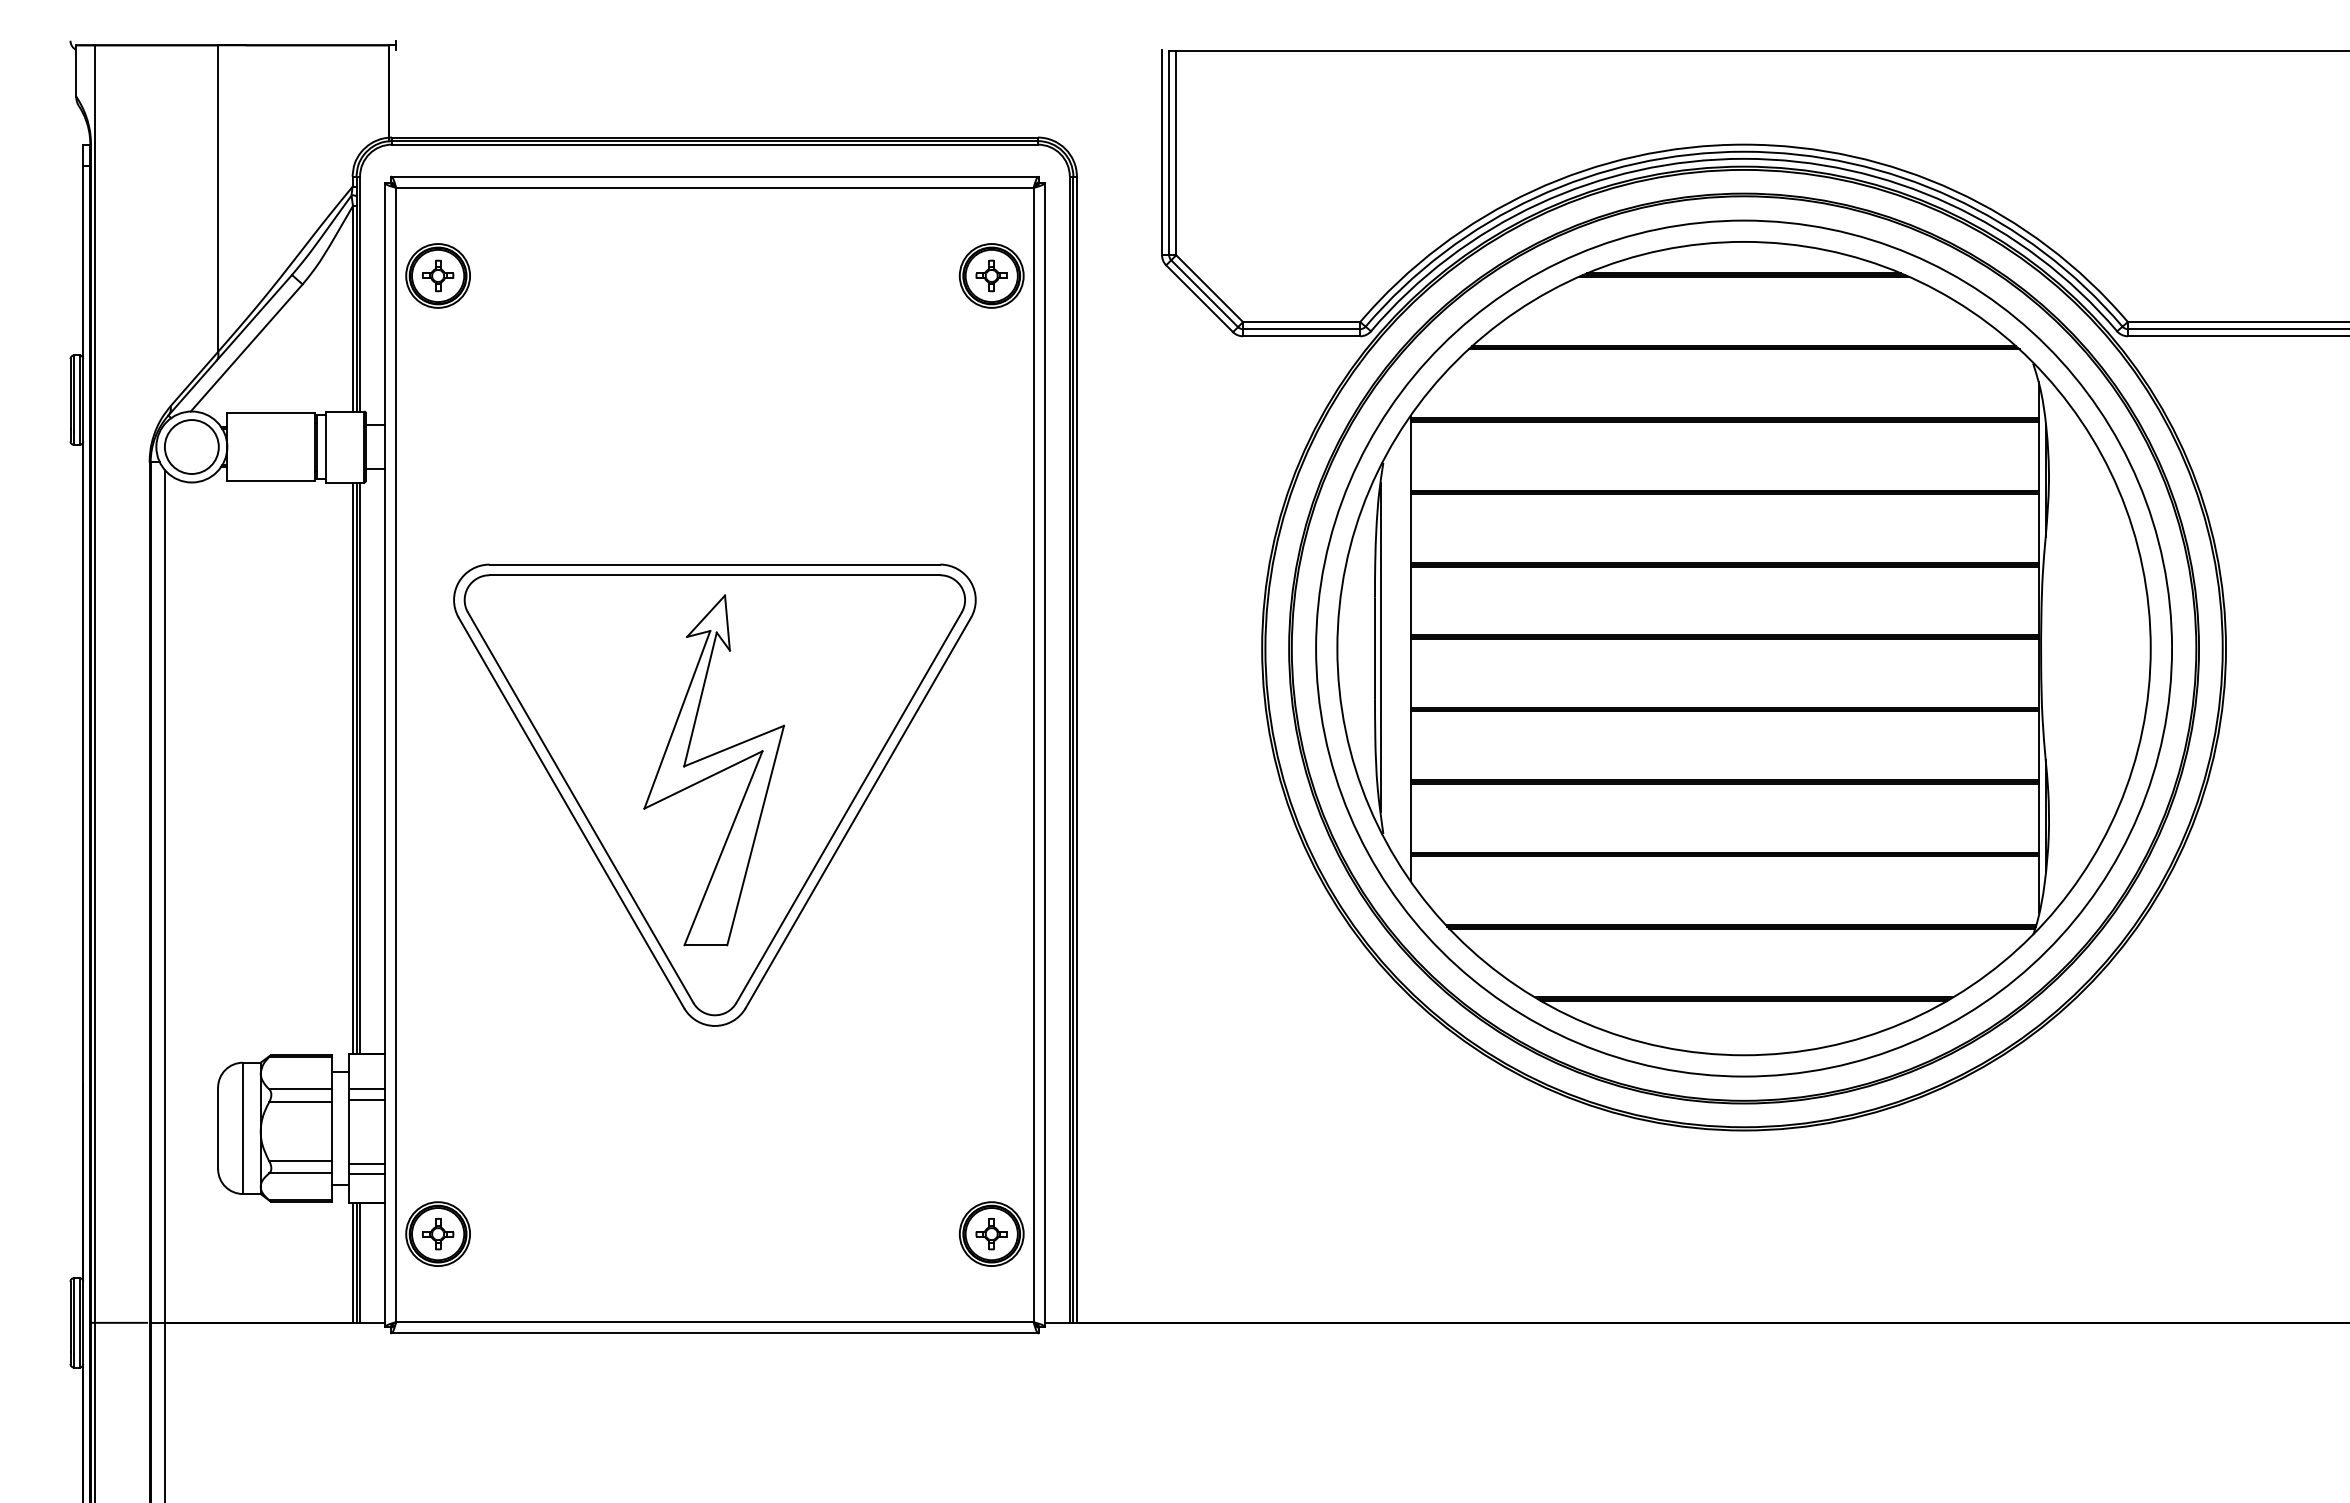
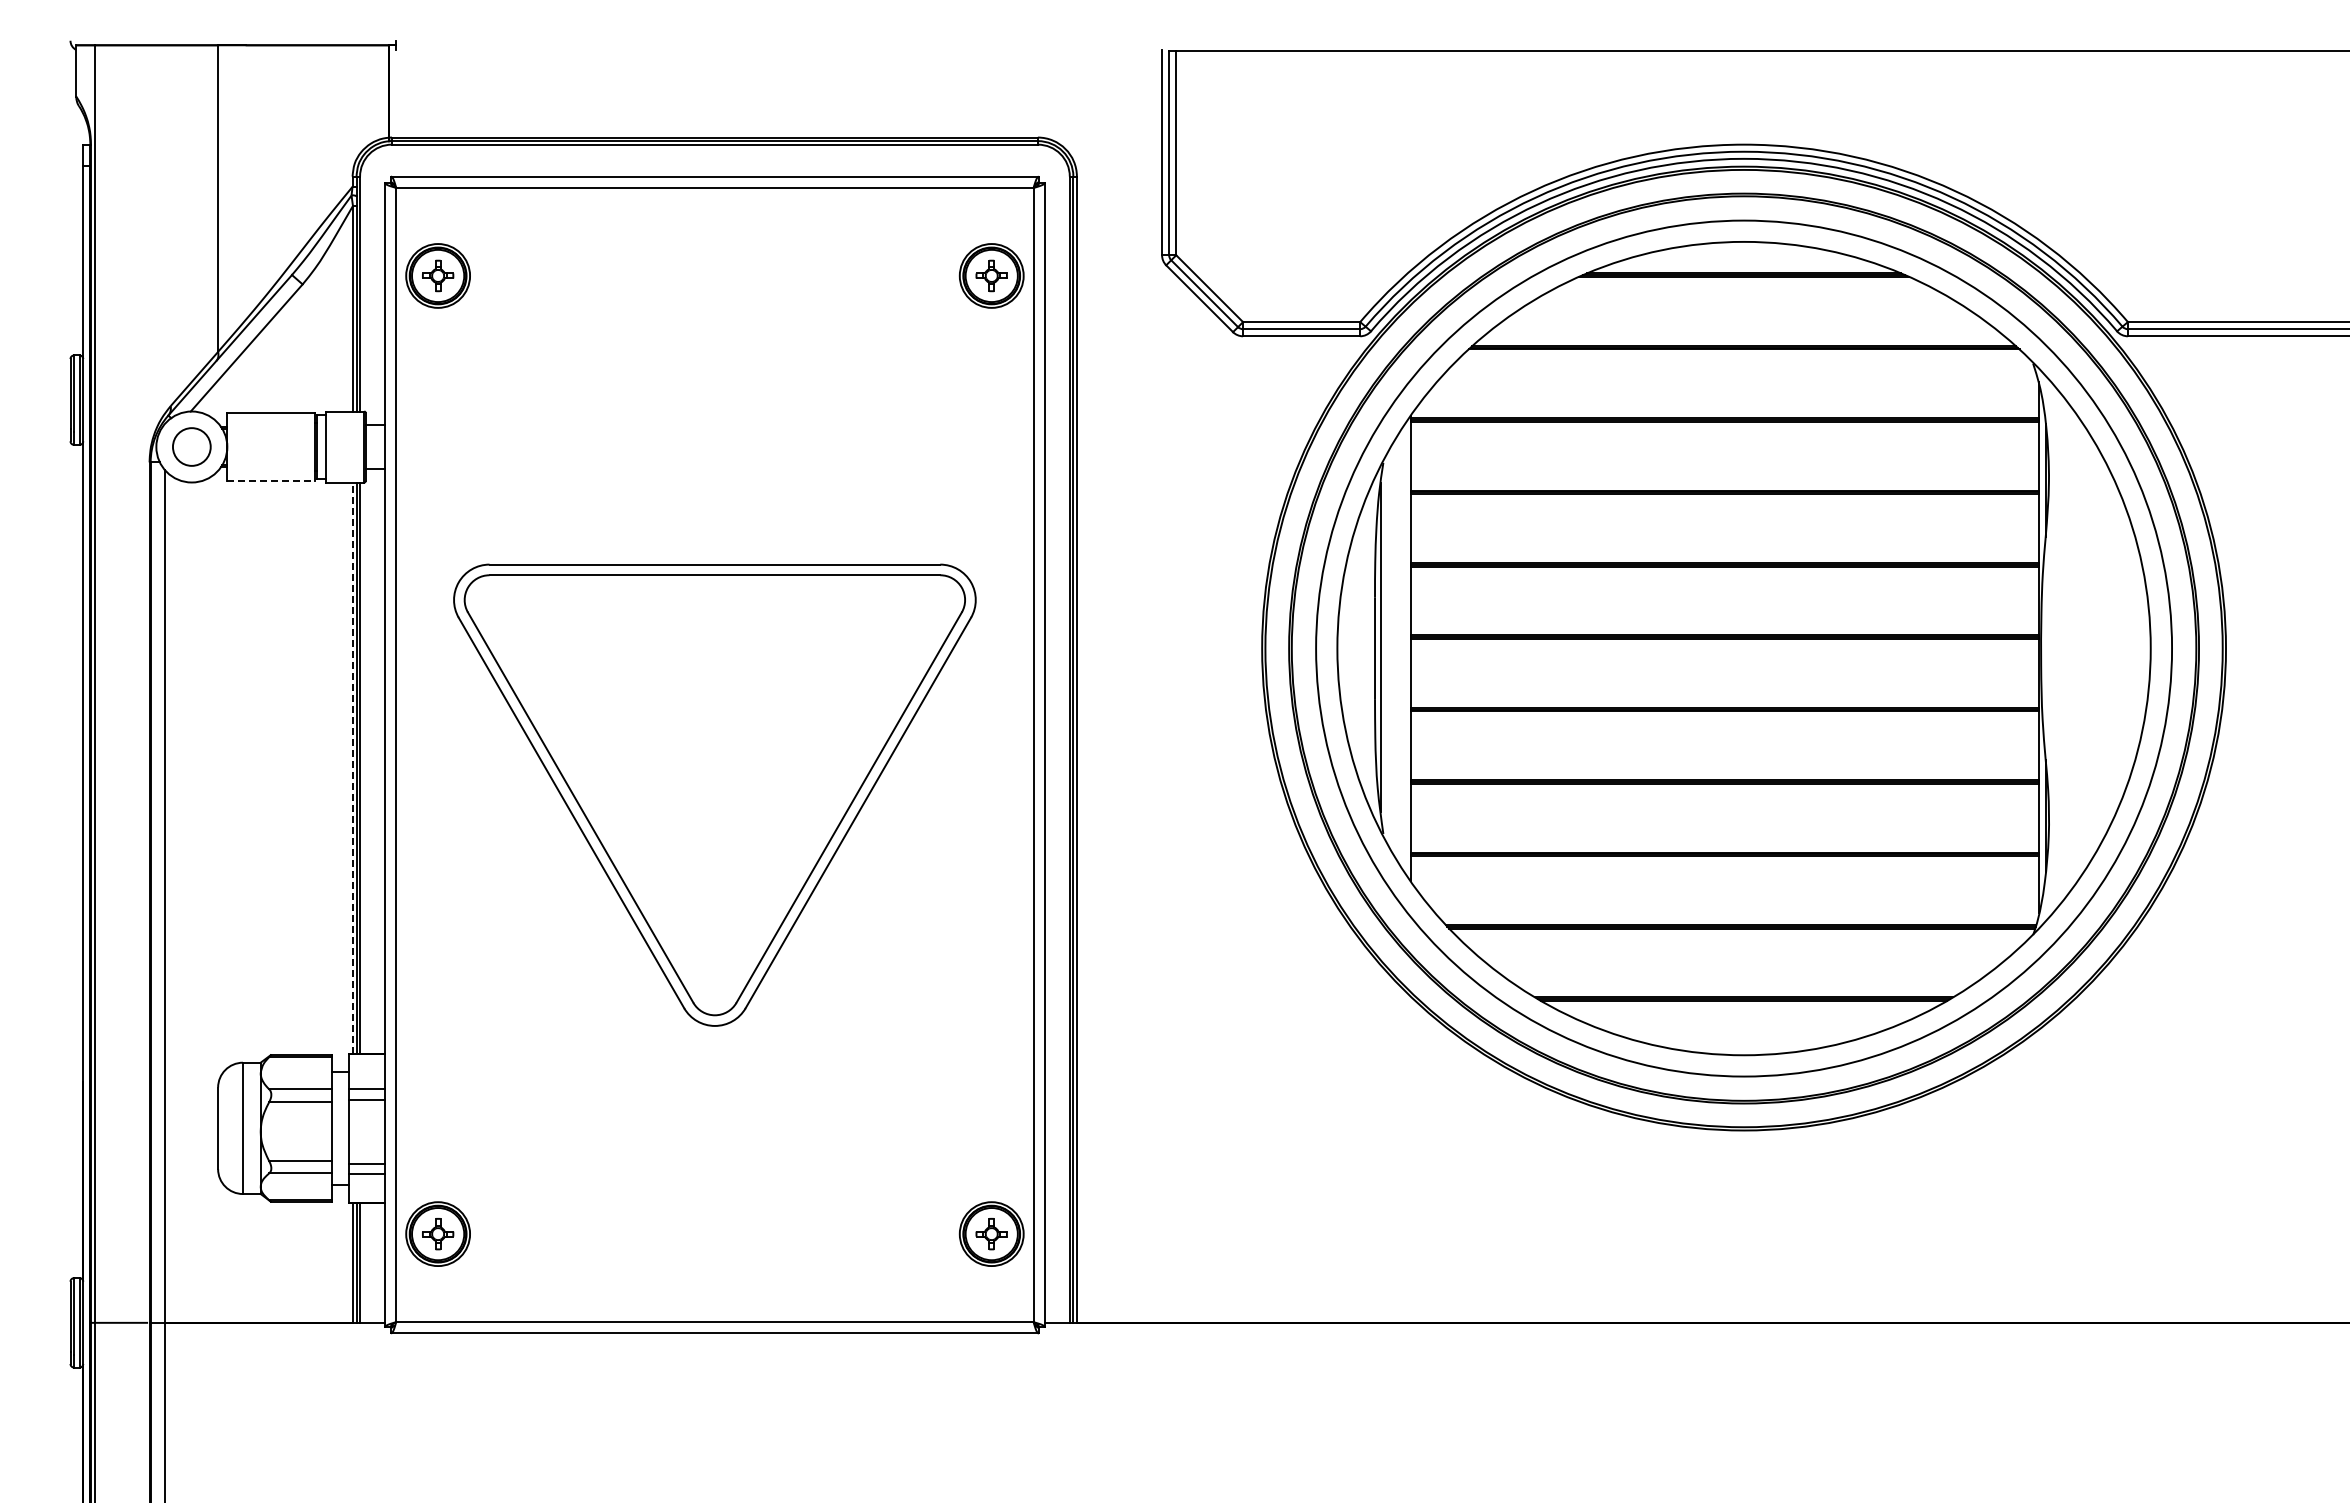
circle at (191, 446) diameter: 54 px -> 38 px
line at (271, 481): solid -> dashed
line at (352, 768): solid -> dashed
part at (713, 770): present -> none
